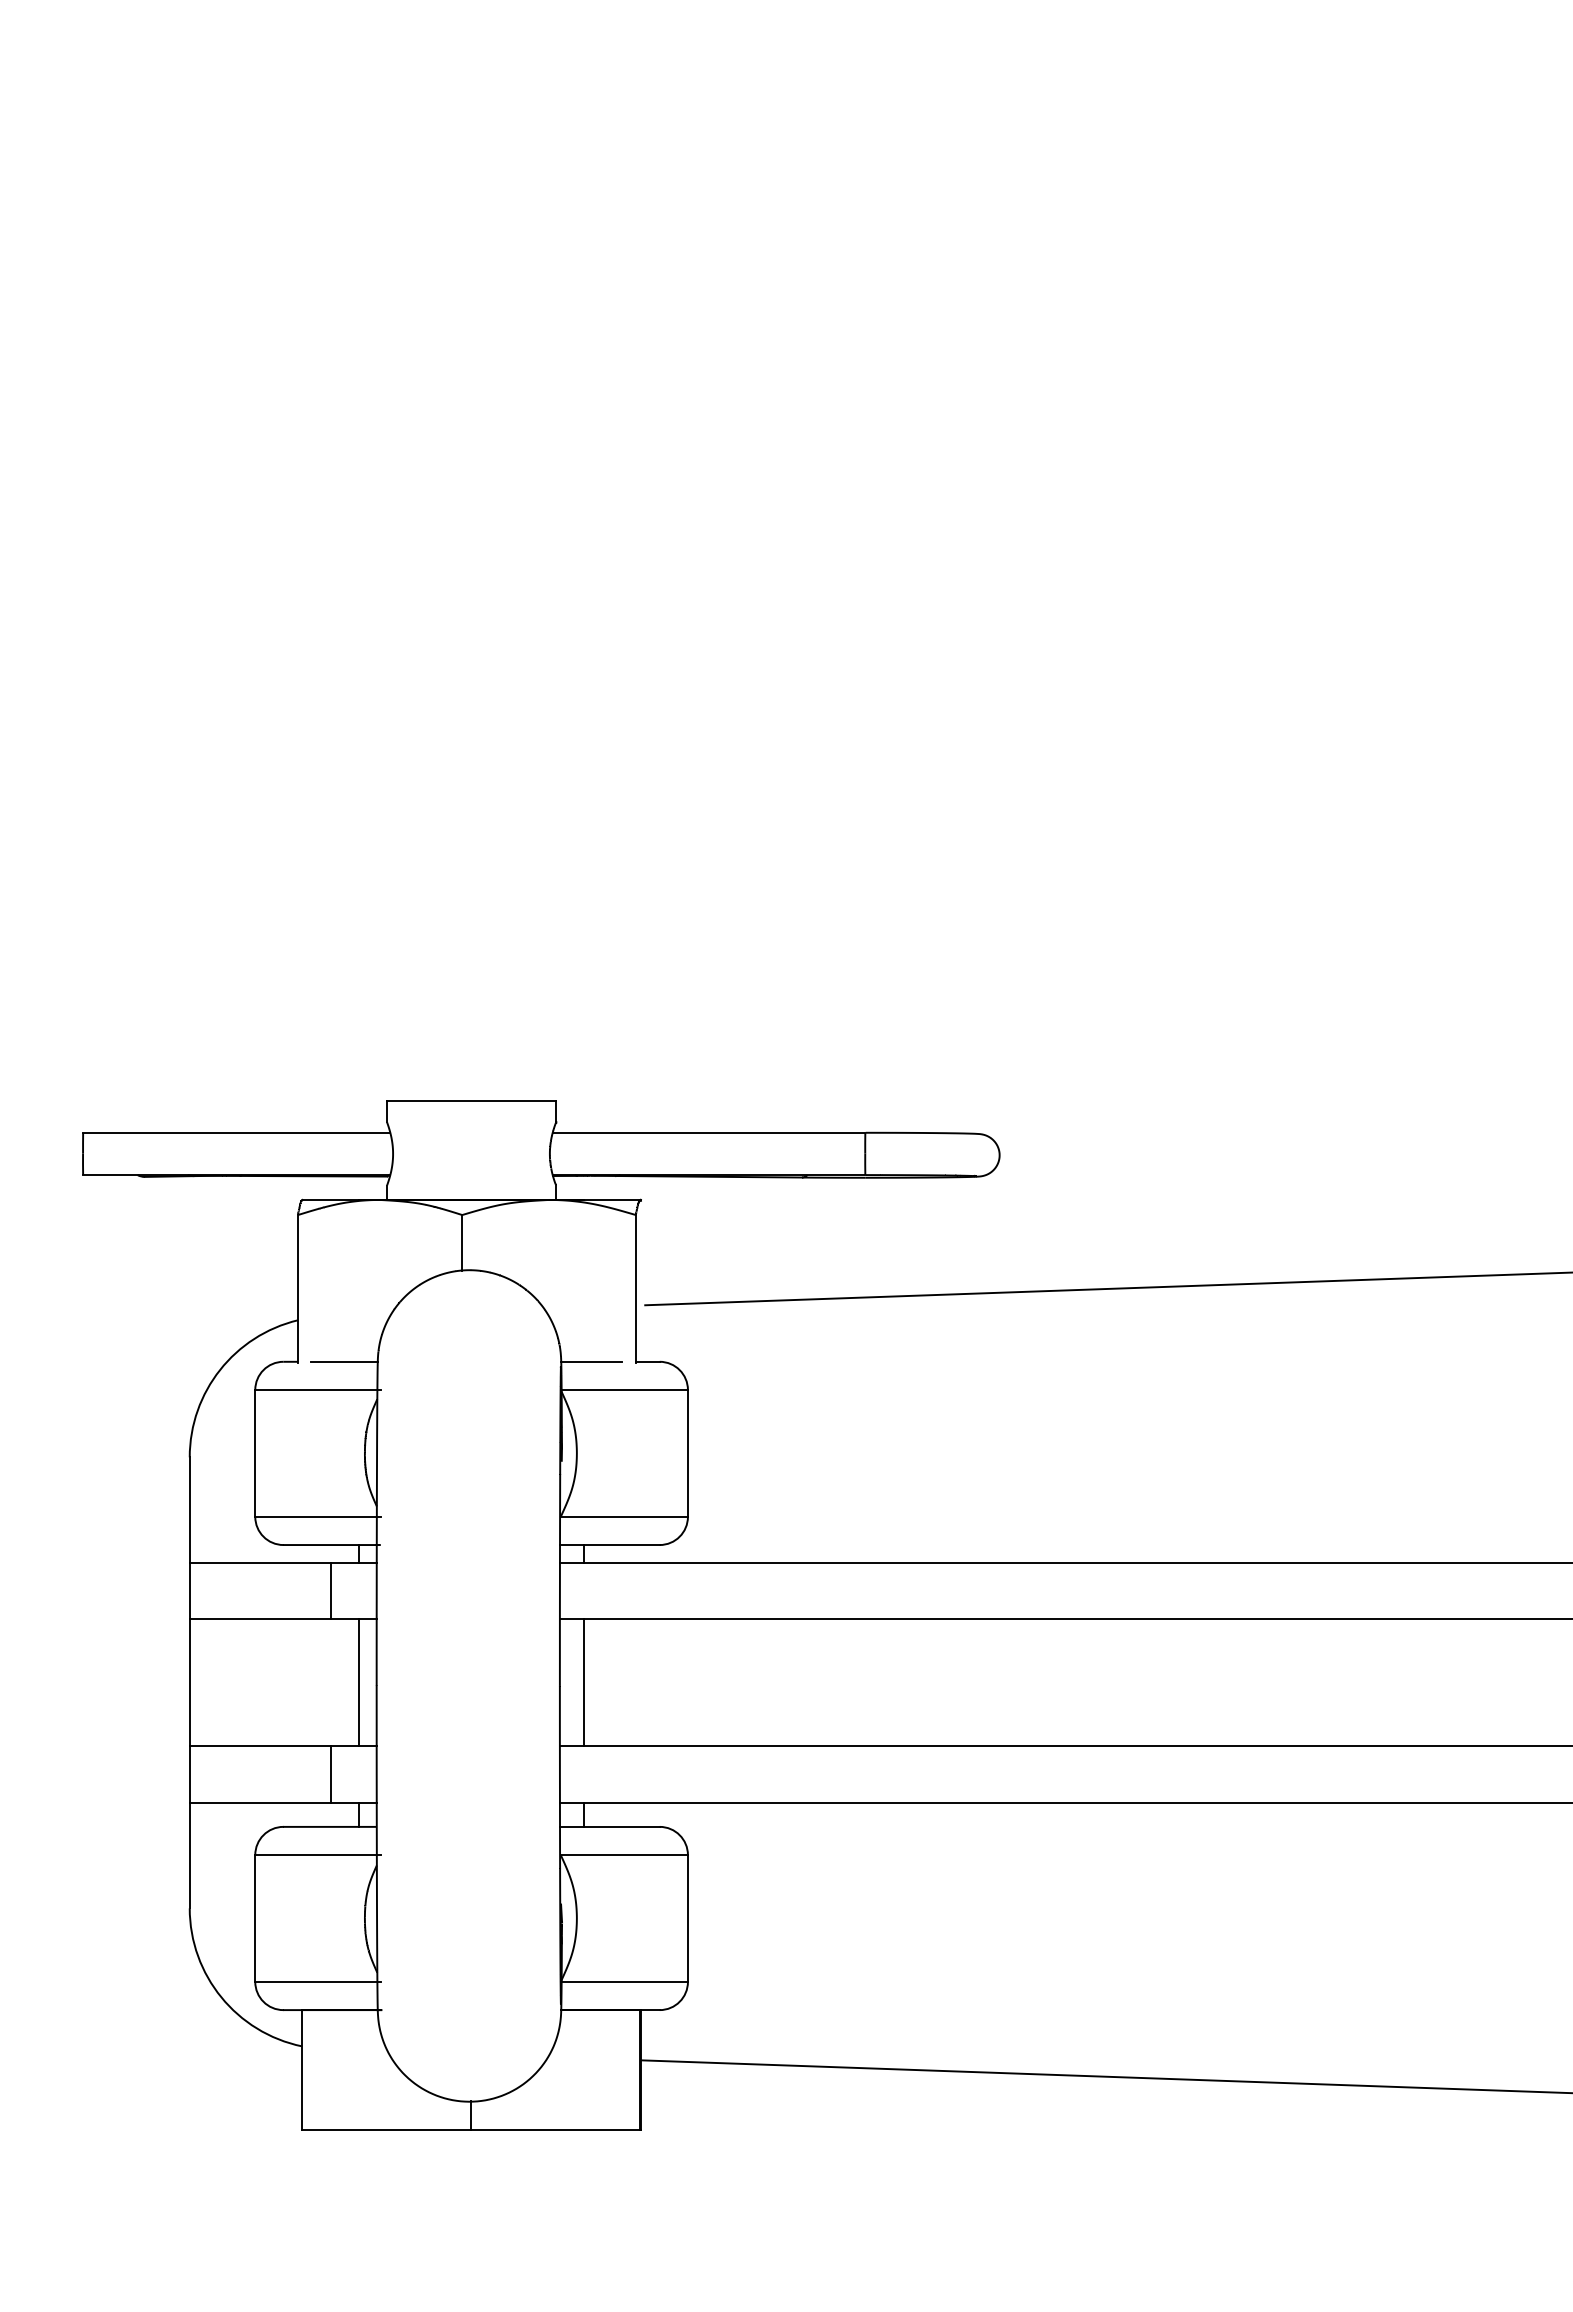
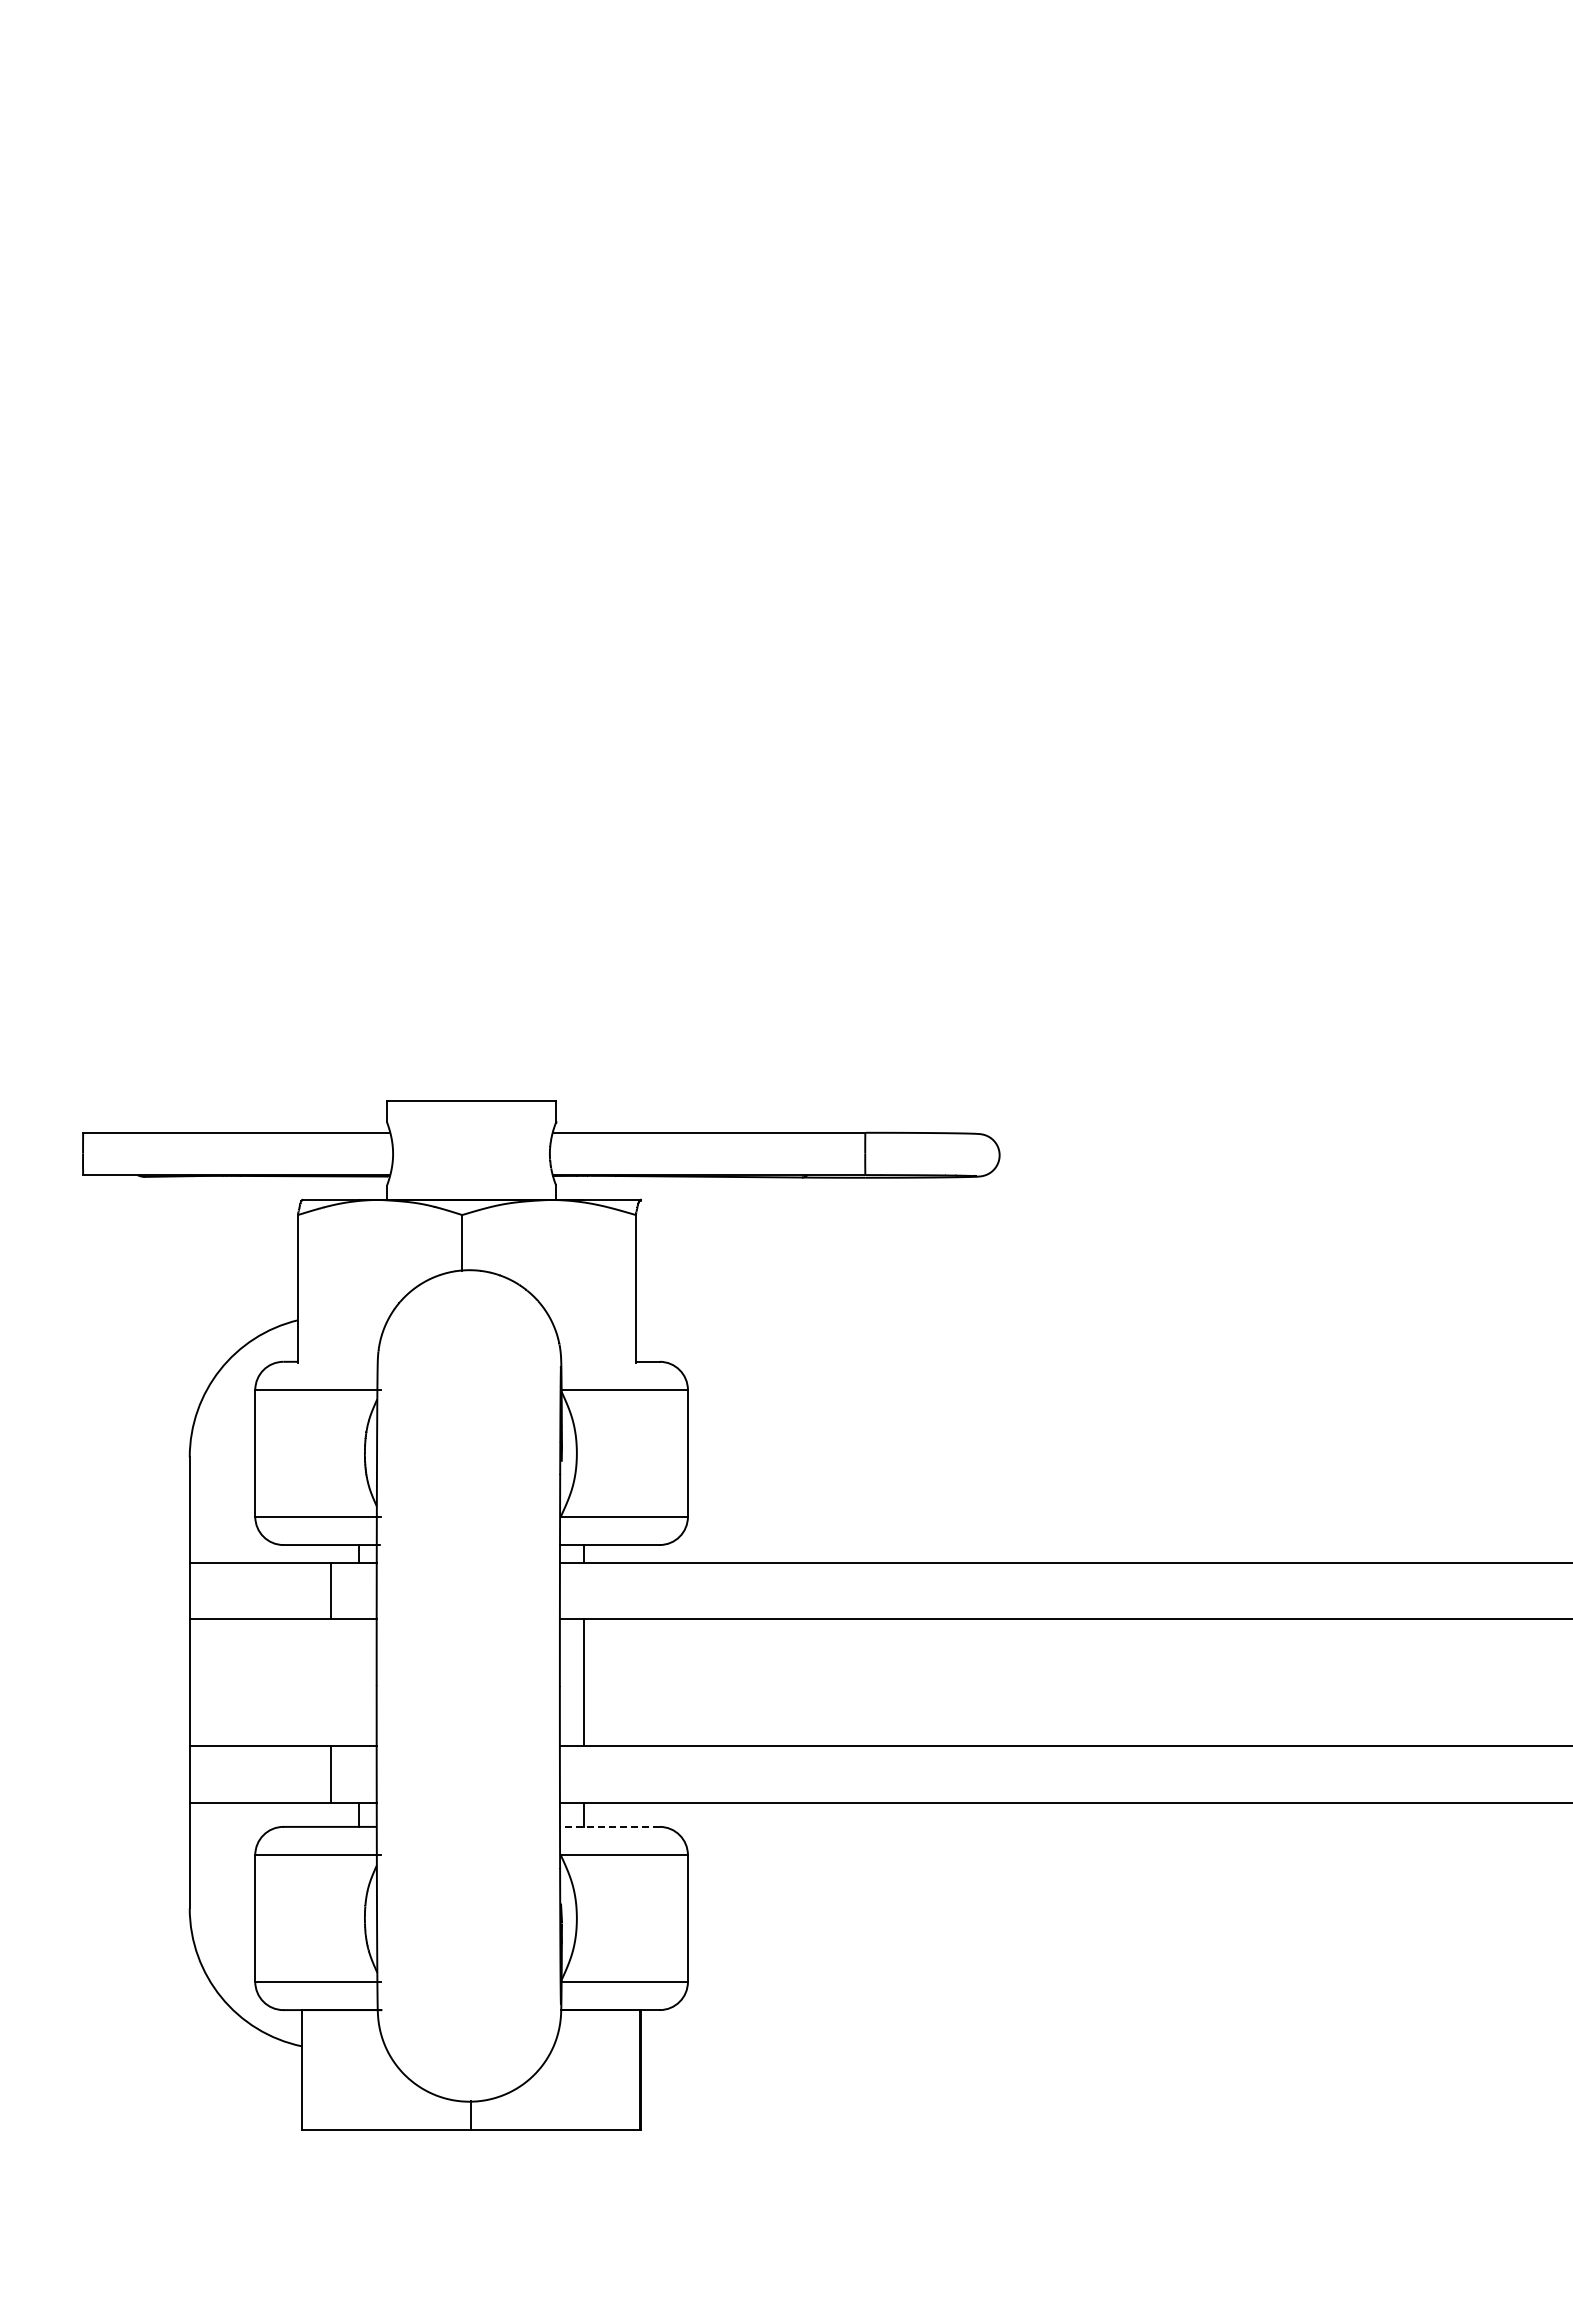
line at (1107, 1288): present -> none
line at (343, 1361): present -> none
line at (591, 1361): present -> none
line at (358, 1682): present -> none
line at (609, 1826): solid -> dashed
line at (1105, 2076): present -> none
